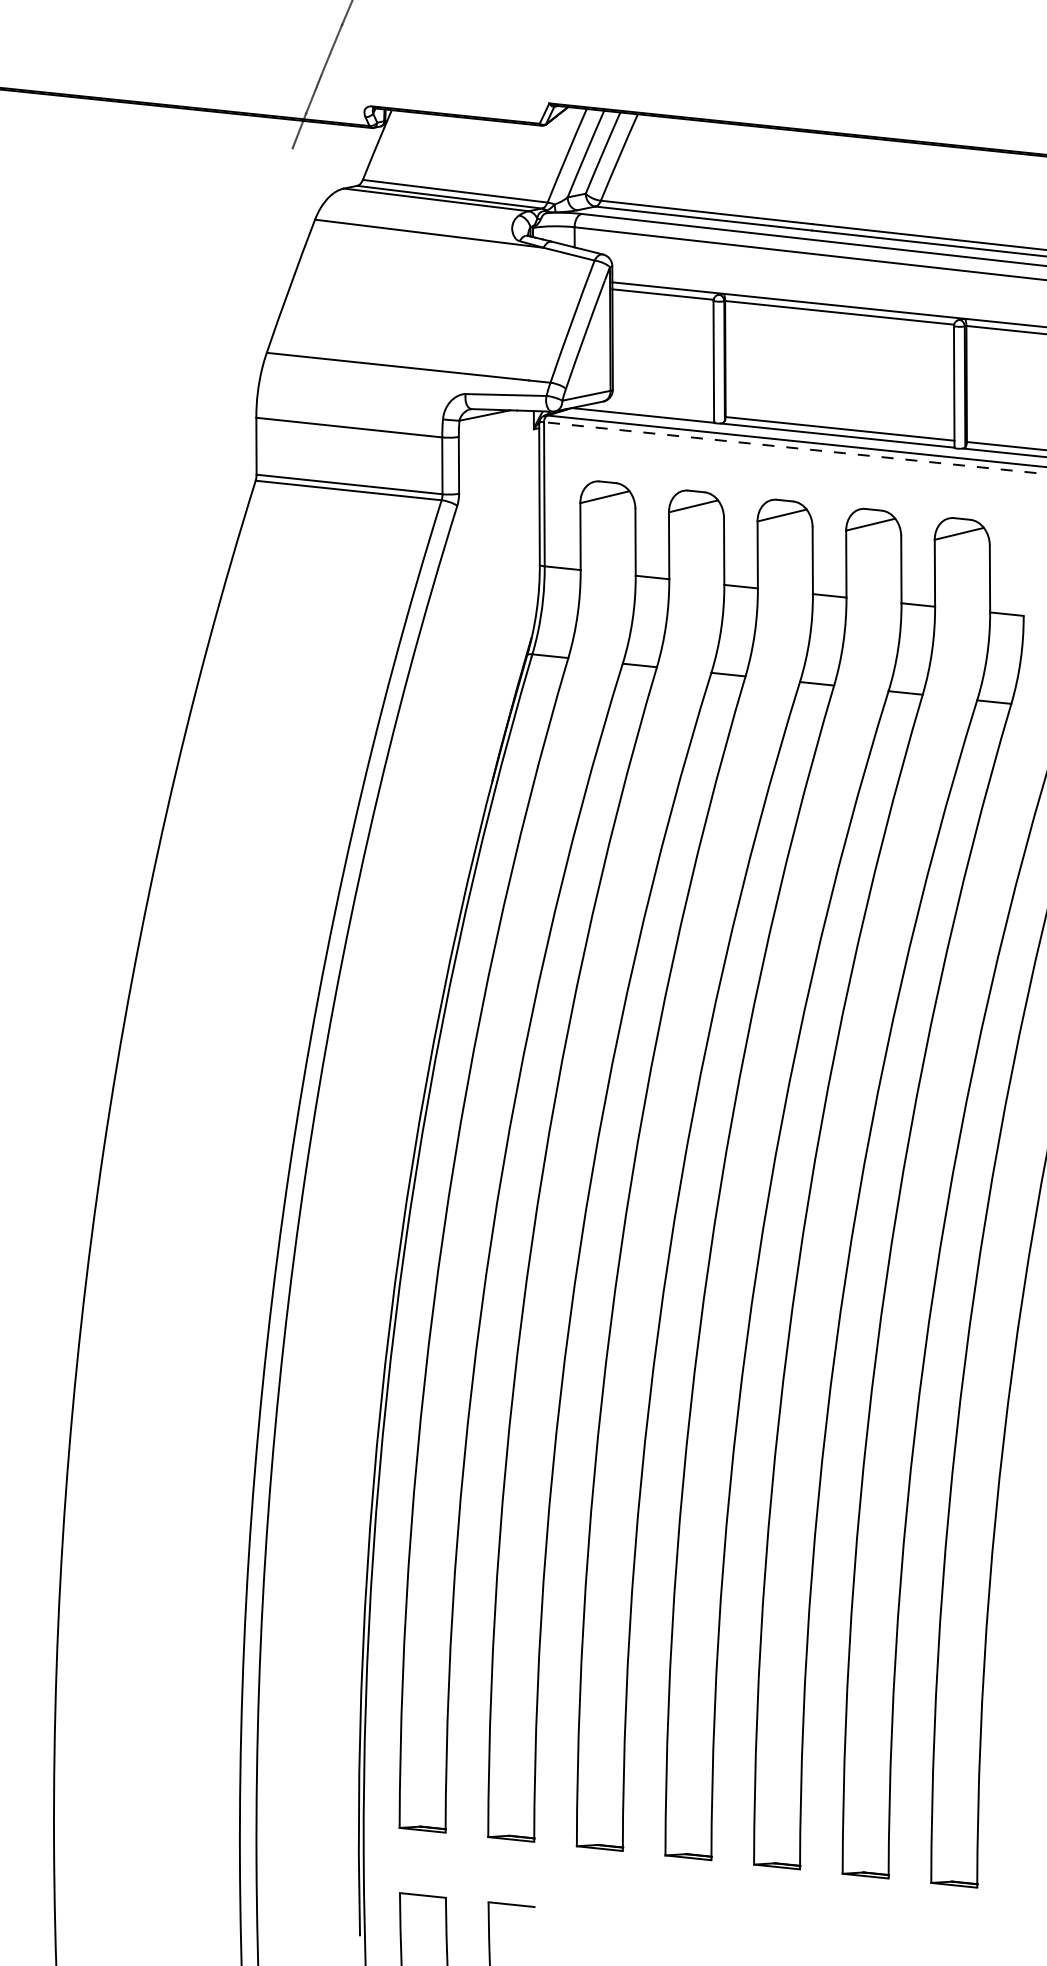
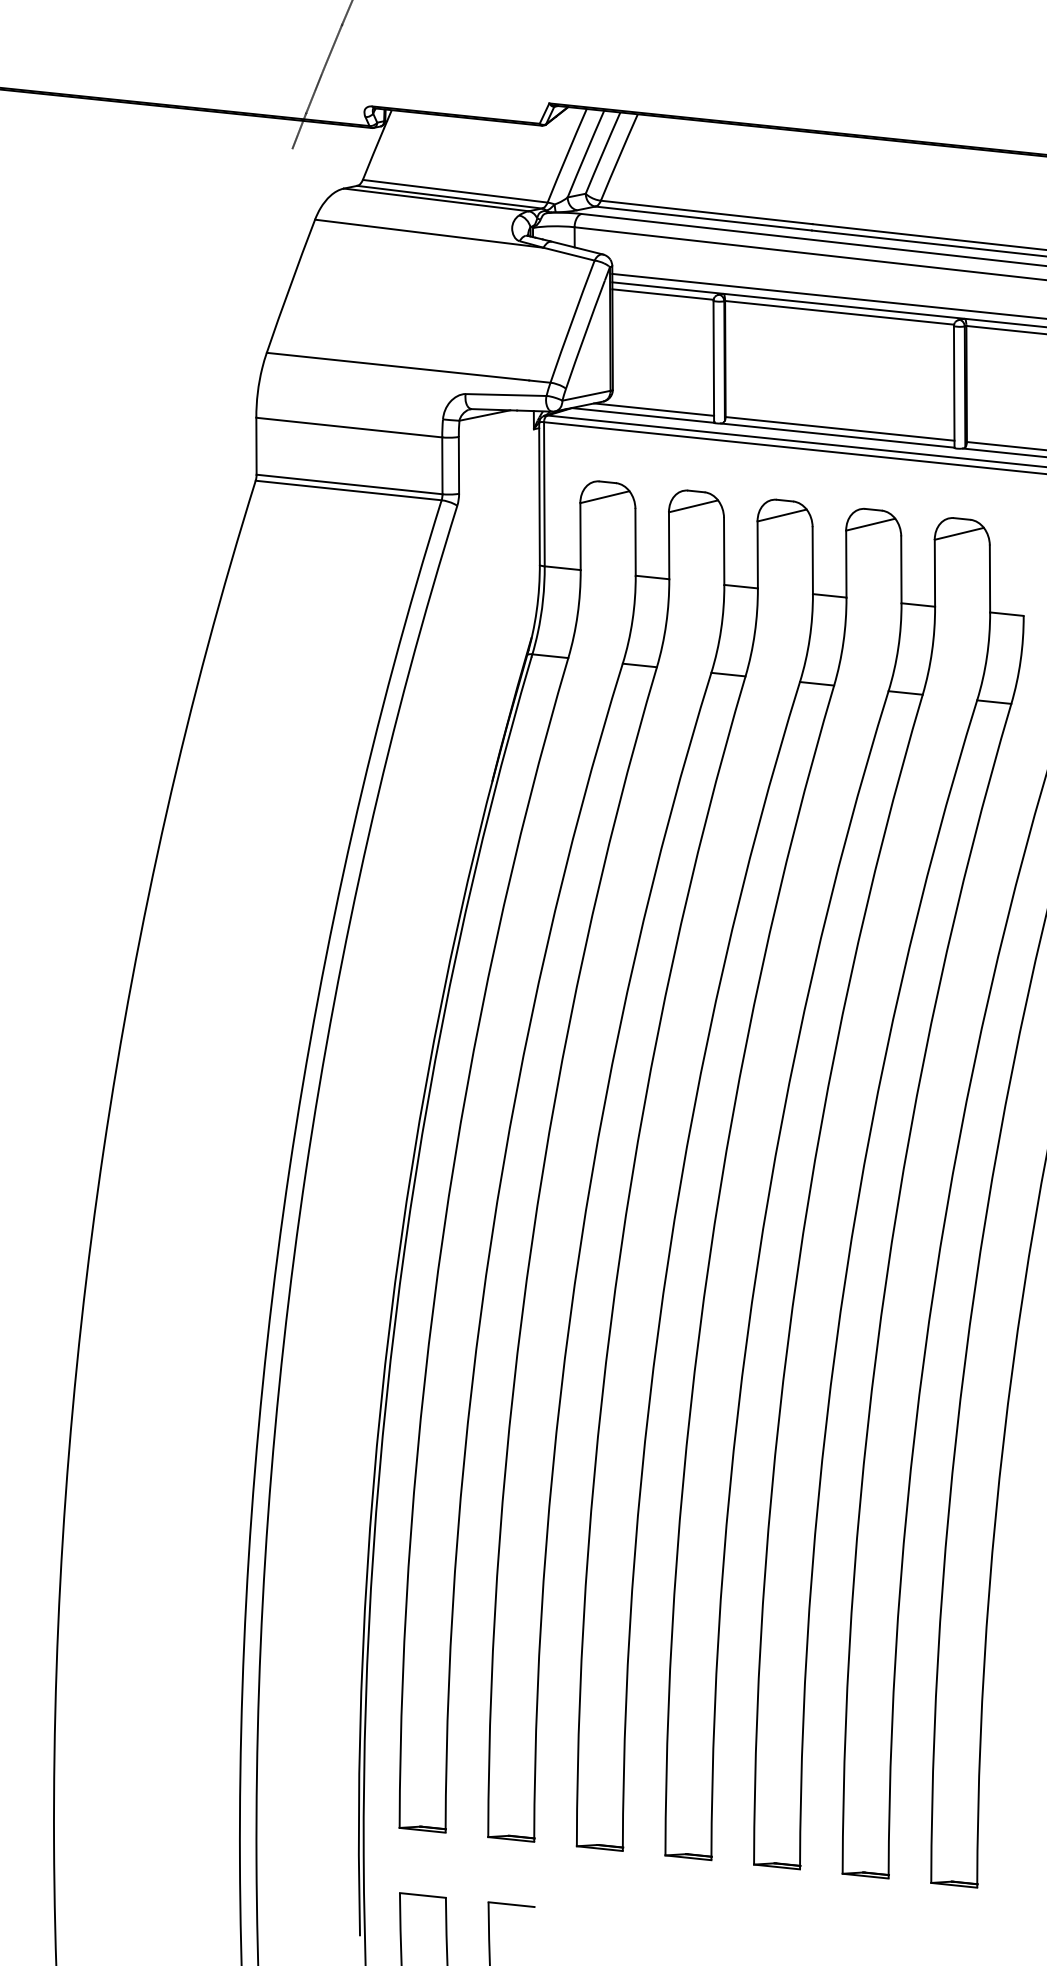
line at (827, 295): none -> present
line at (654, 409): none -> present
line at (795, 448): dashed -> solid
